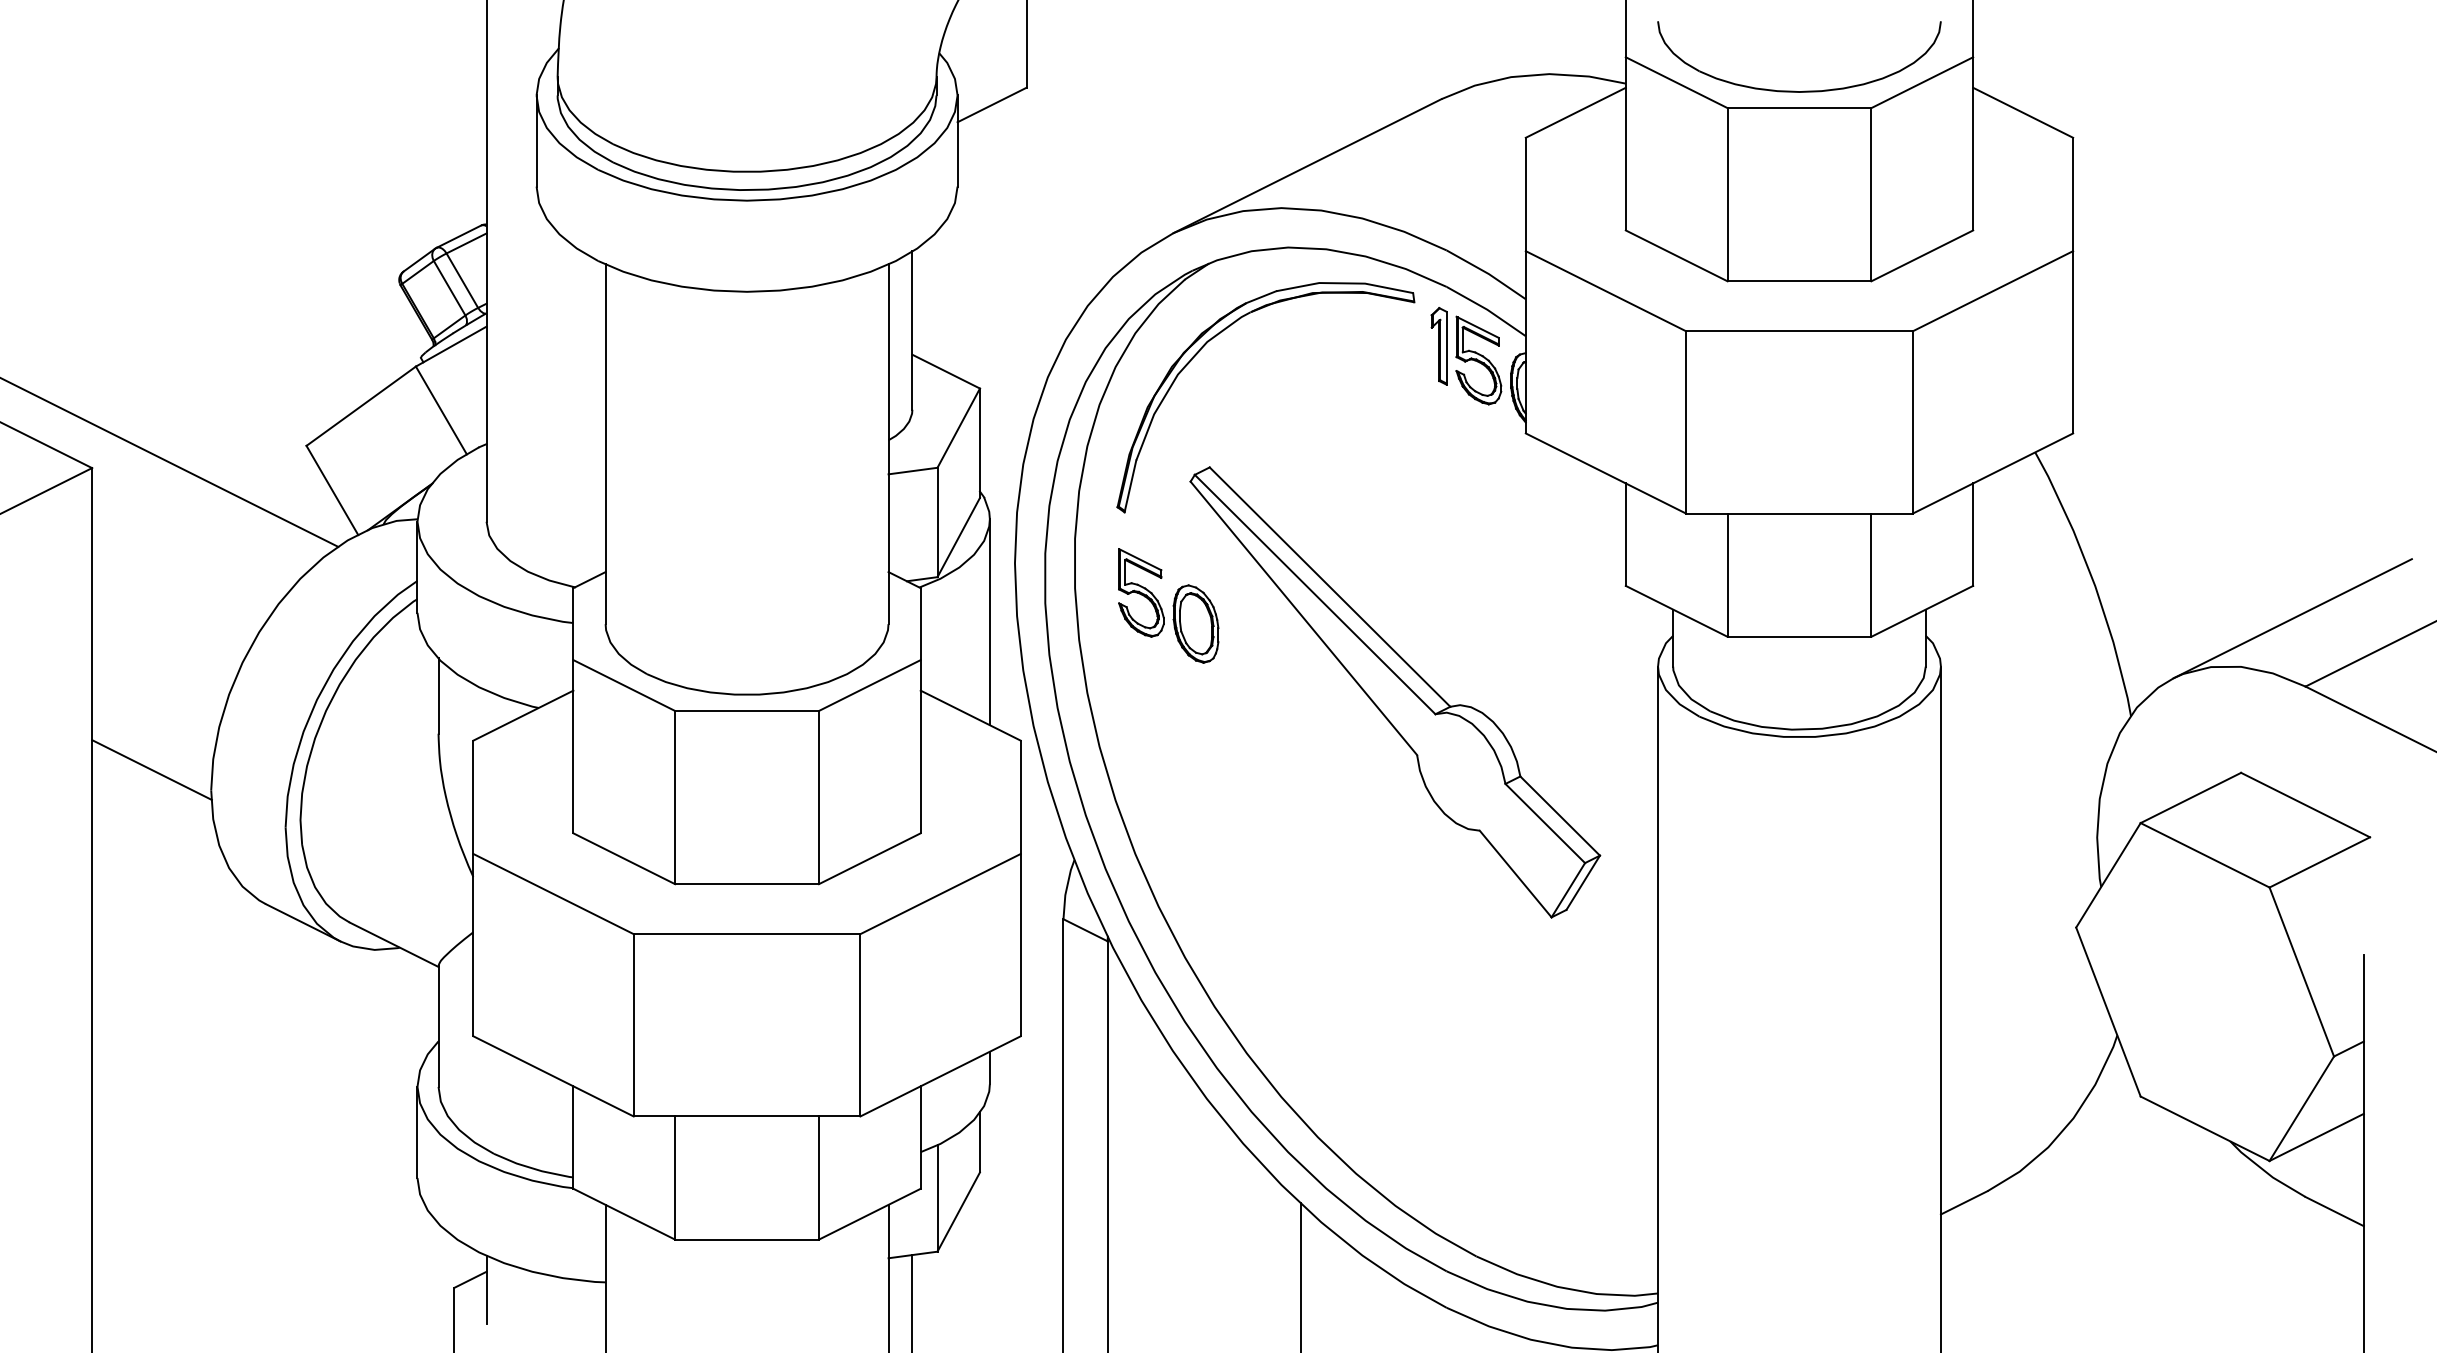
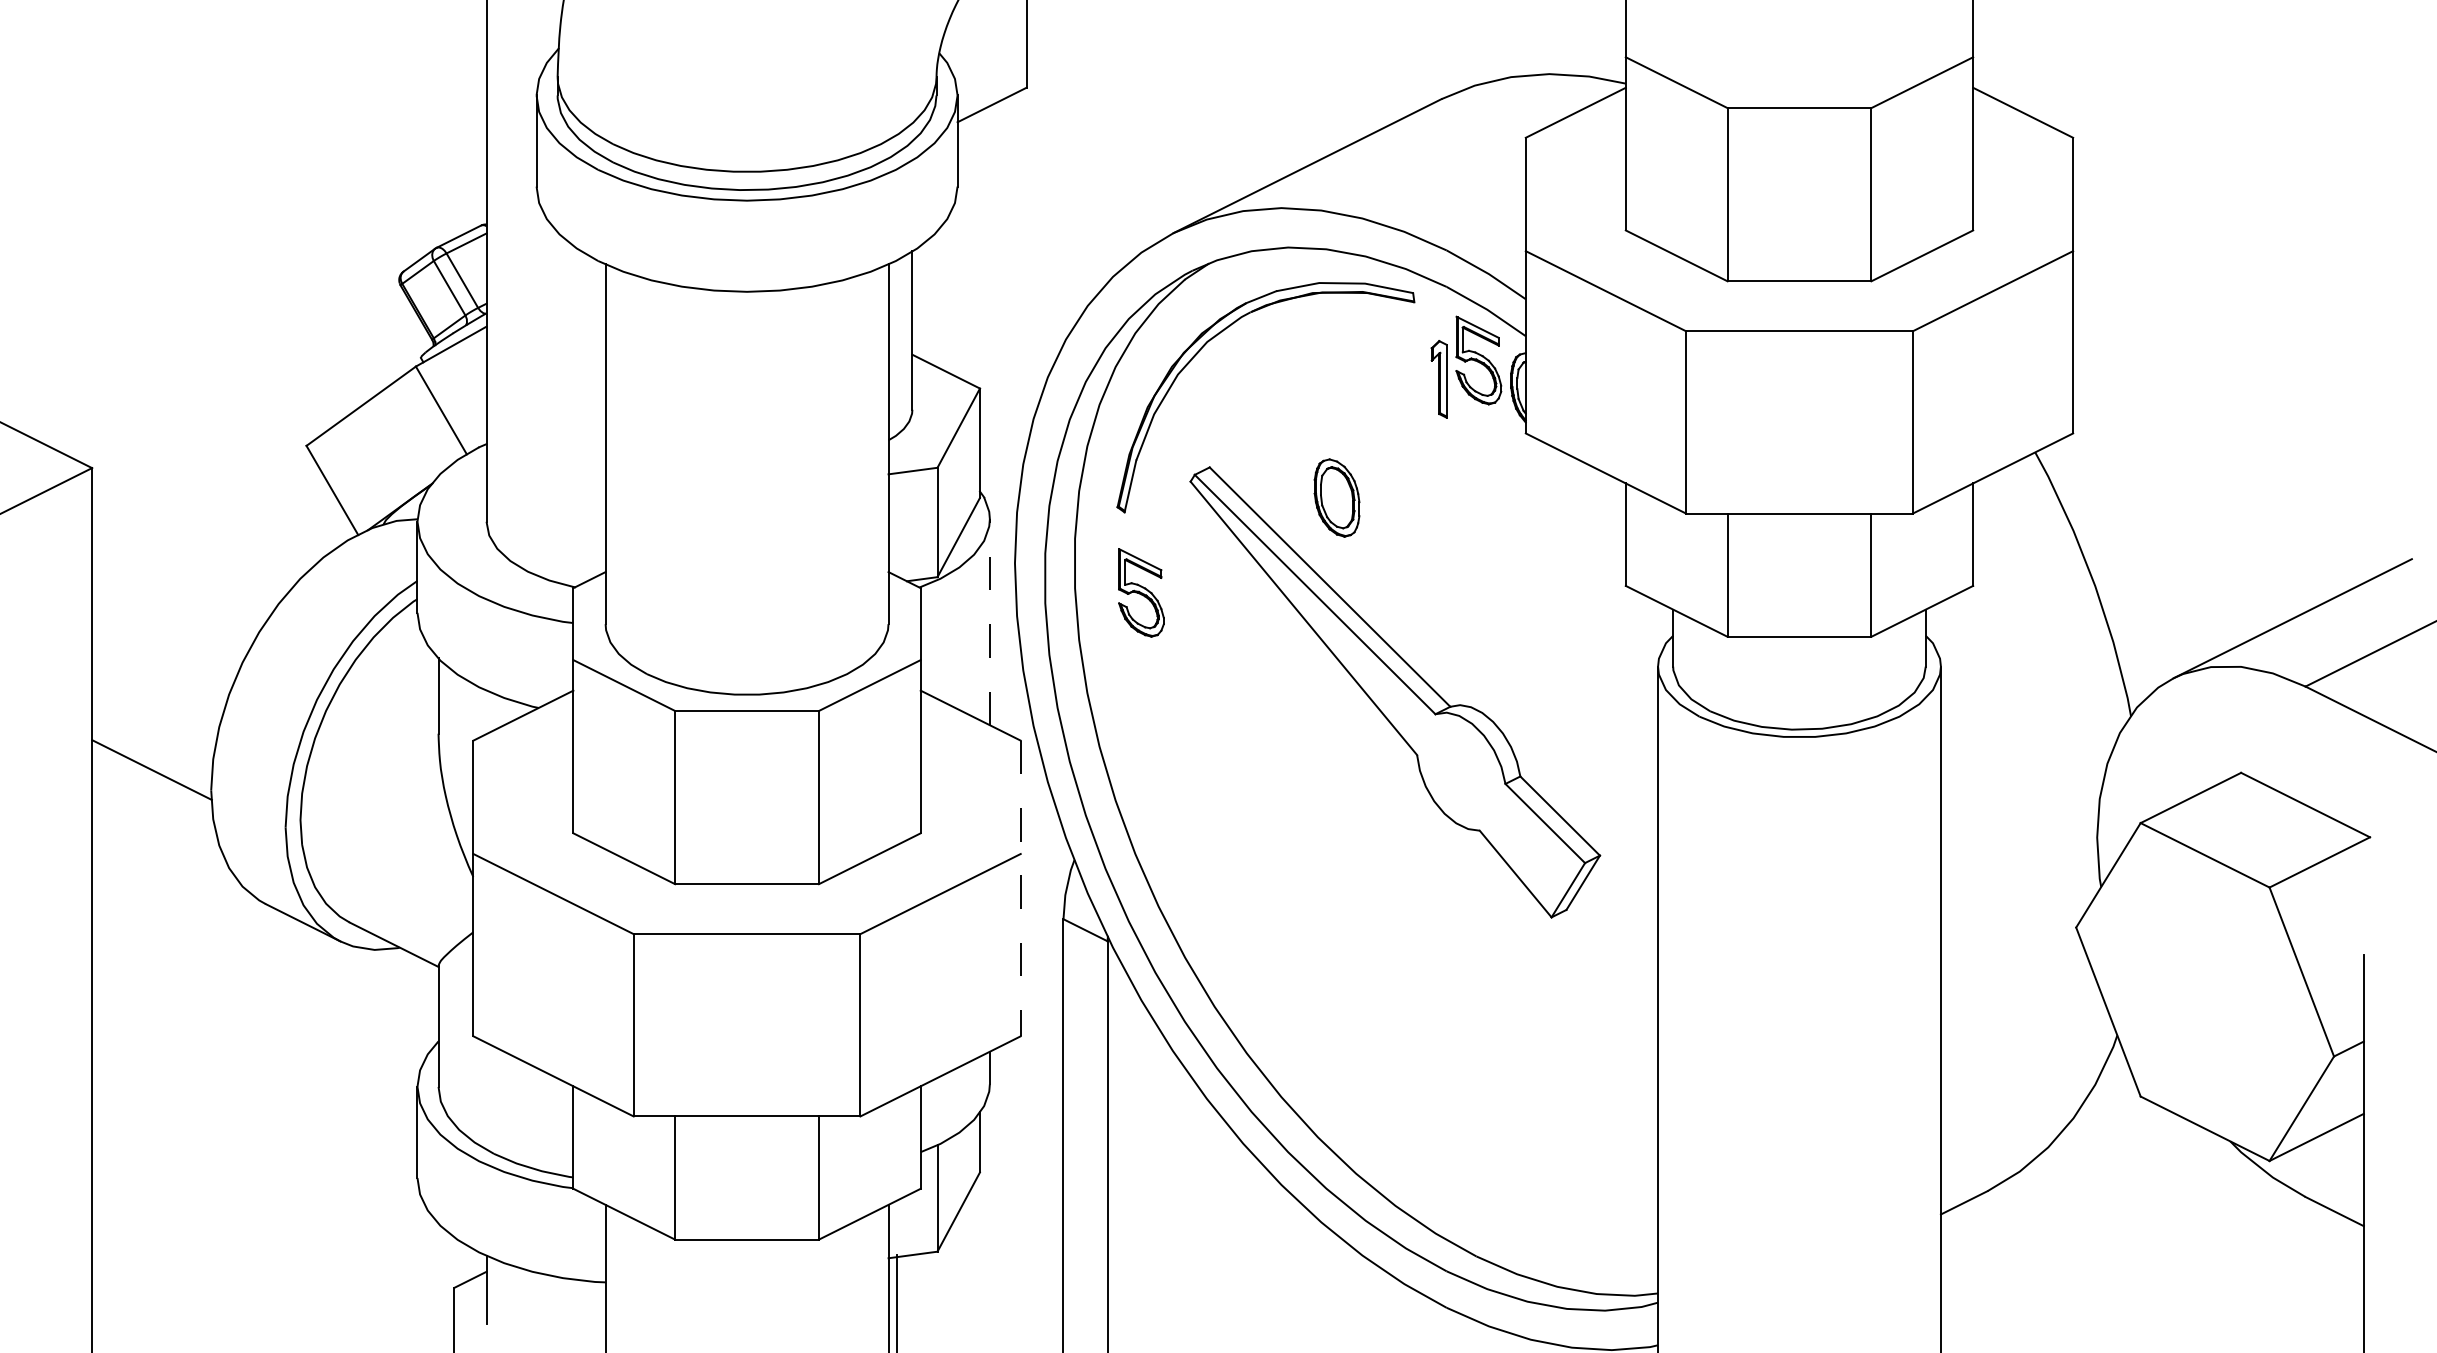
part at (1794, 90): present -> none
part at (1438, 346) position: (1438, 346) -> (1438, 379)
line at (170, 462): present -> none
line at (989, 621): solid -> dashed
part at (1195, 623) position: (1195, 623) -> (1336, 497)
line at (1020, 888): solid -> dashed
line at (1301, 1276): present -> none
line at (912, 1302) position: (912, 1302) -> (897, 1302)
